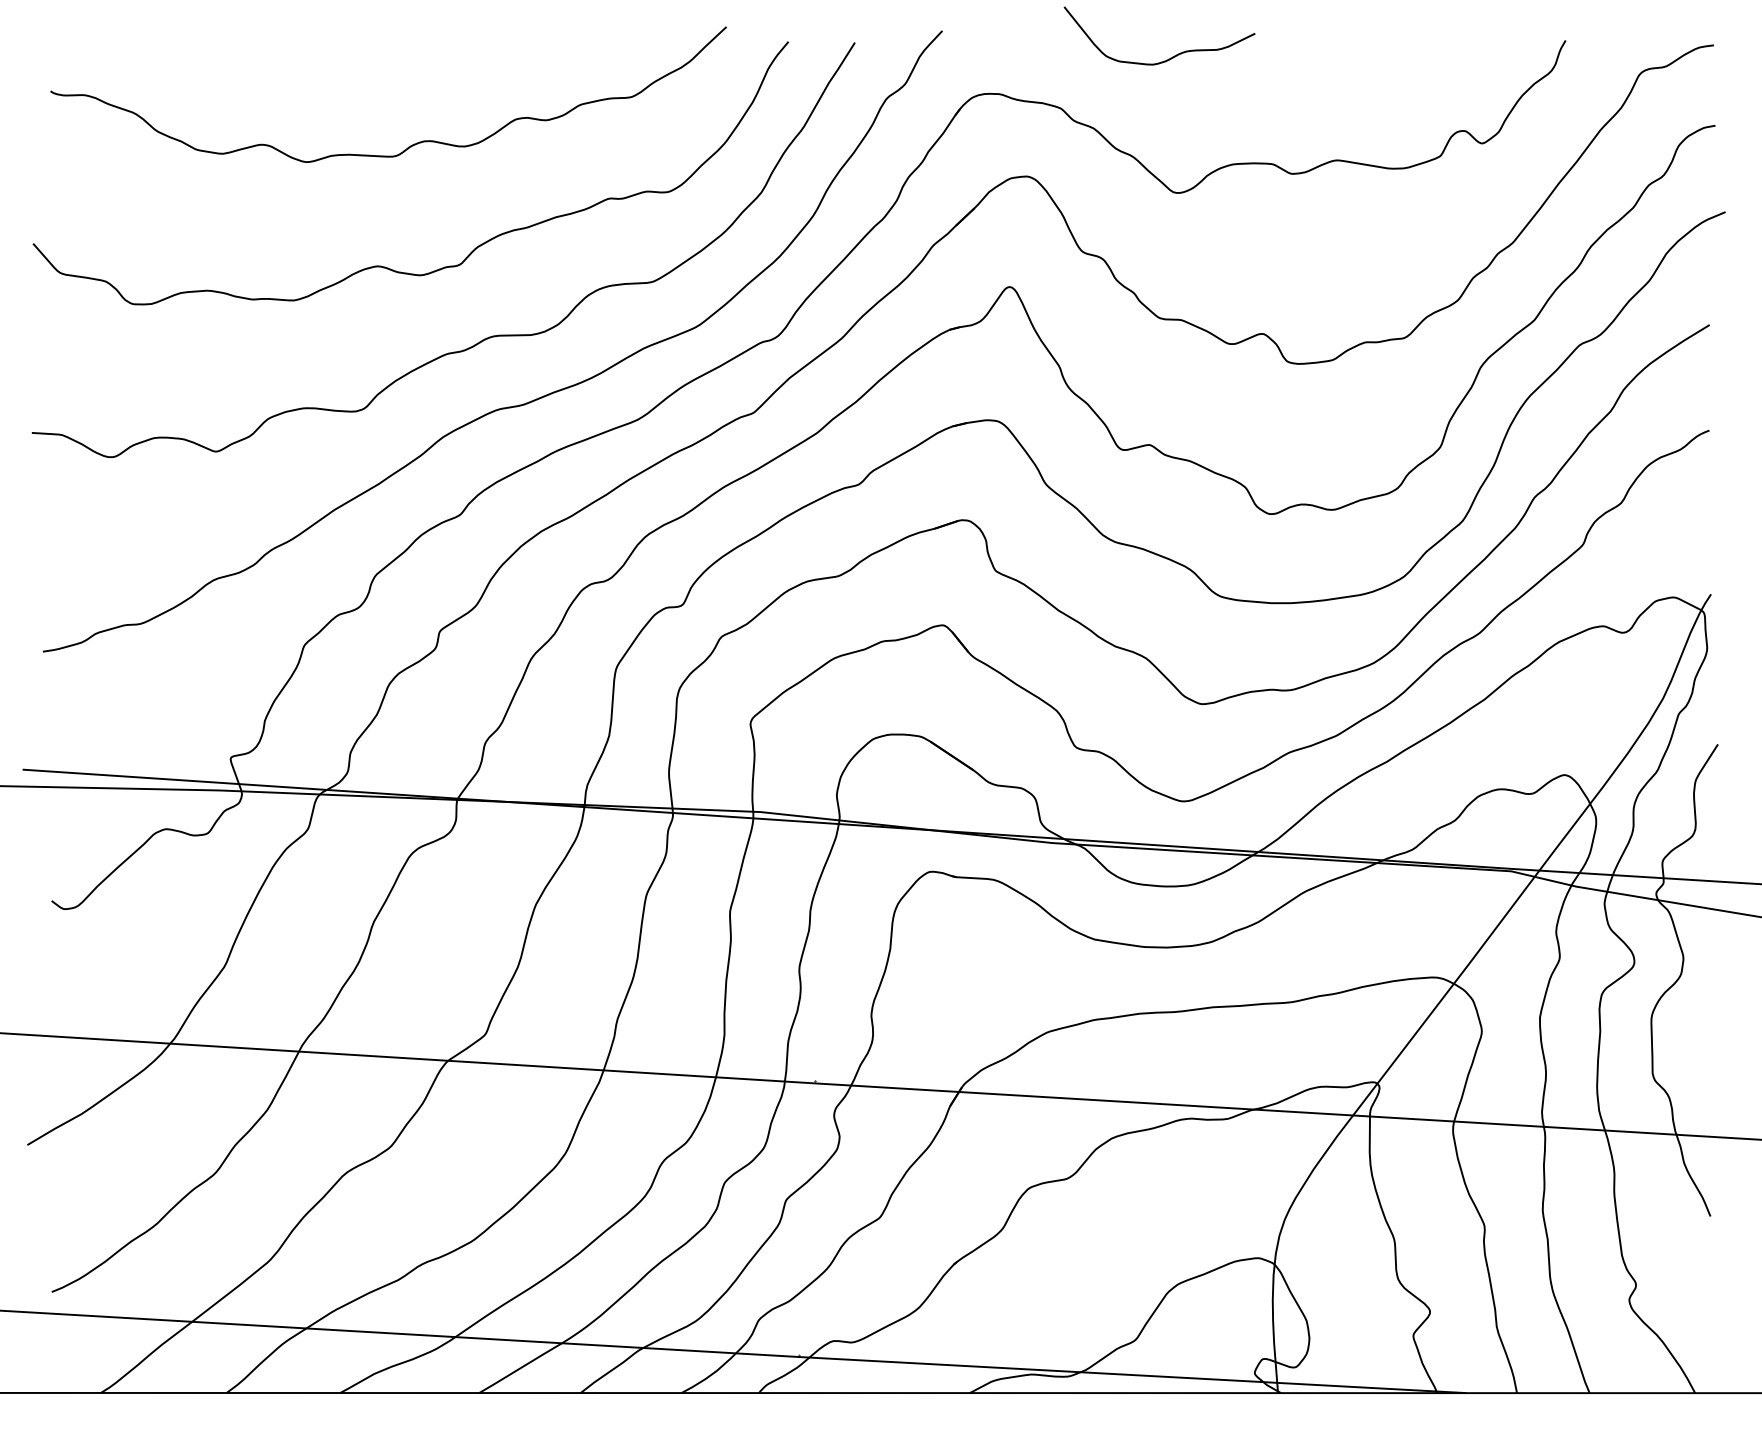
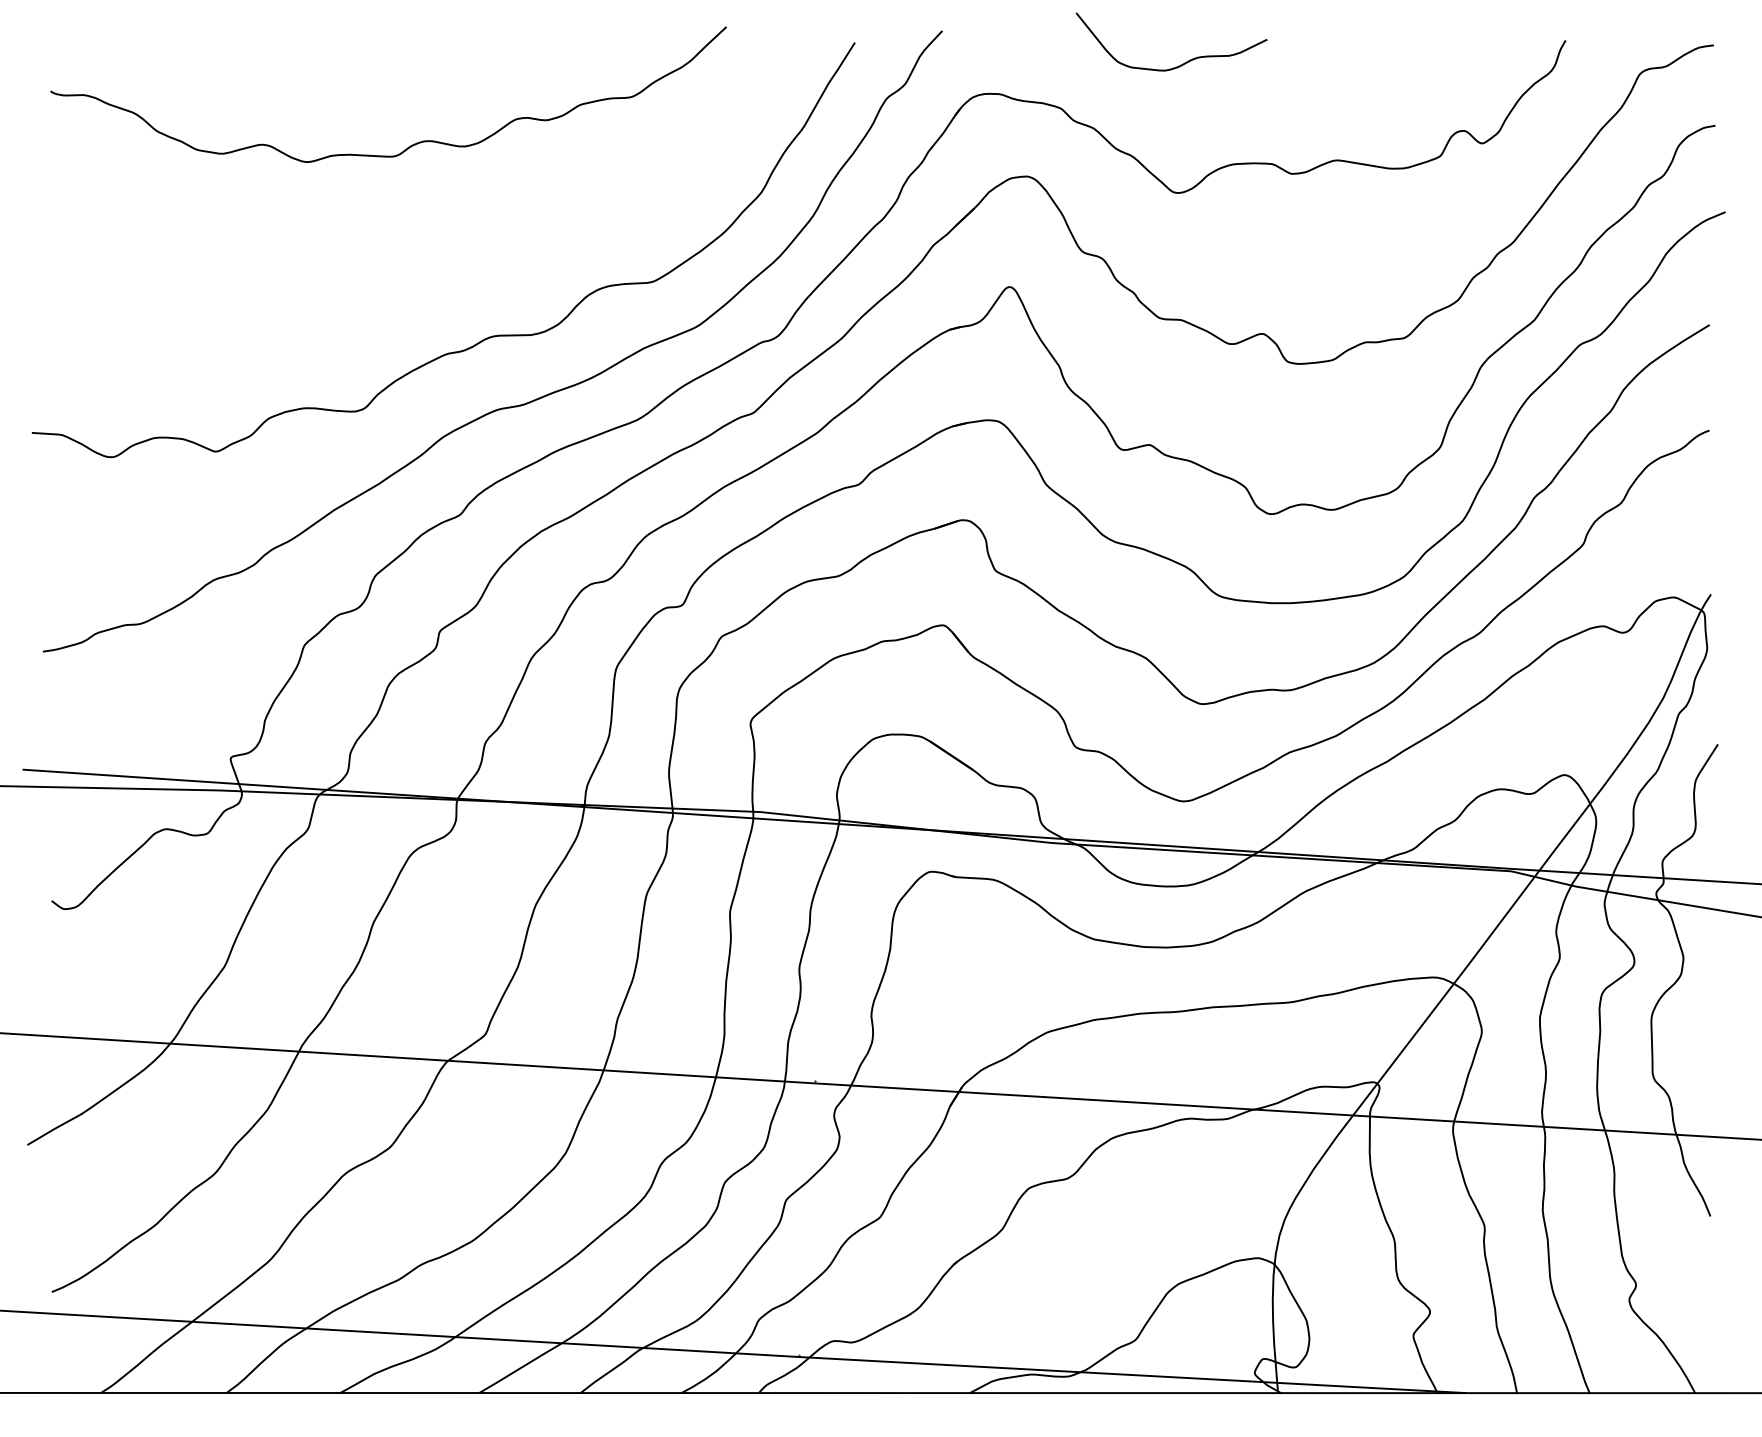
curve at (1170, 57) position: (1170, 57) -> (1182, 63)
curve at (385, 266): present -> none
